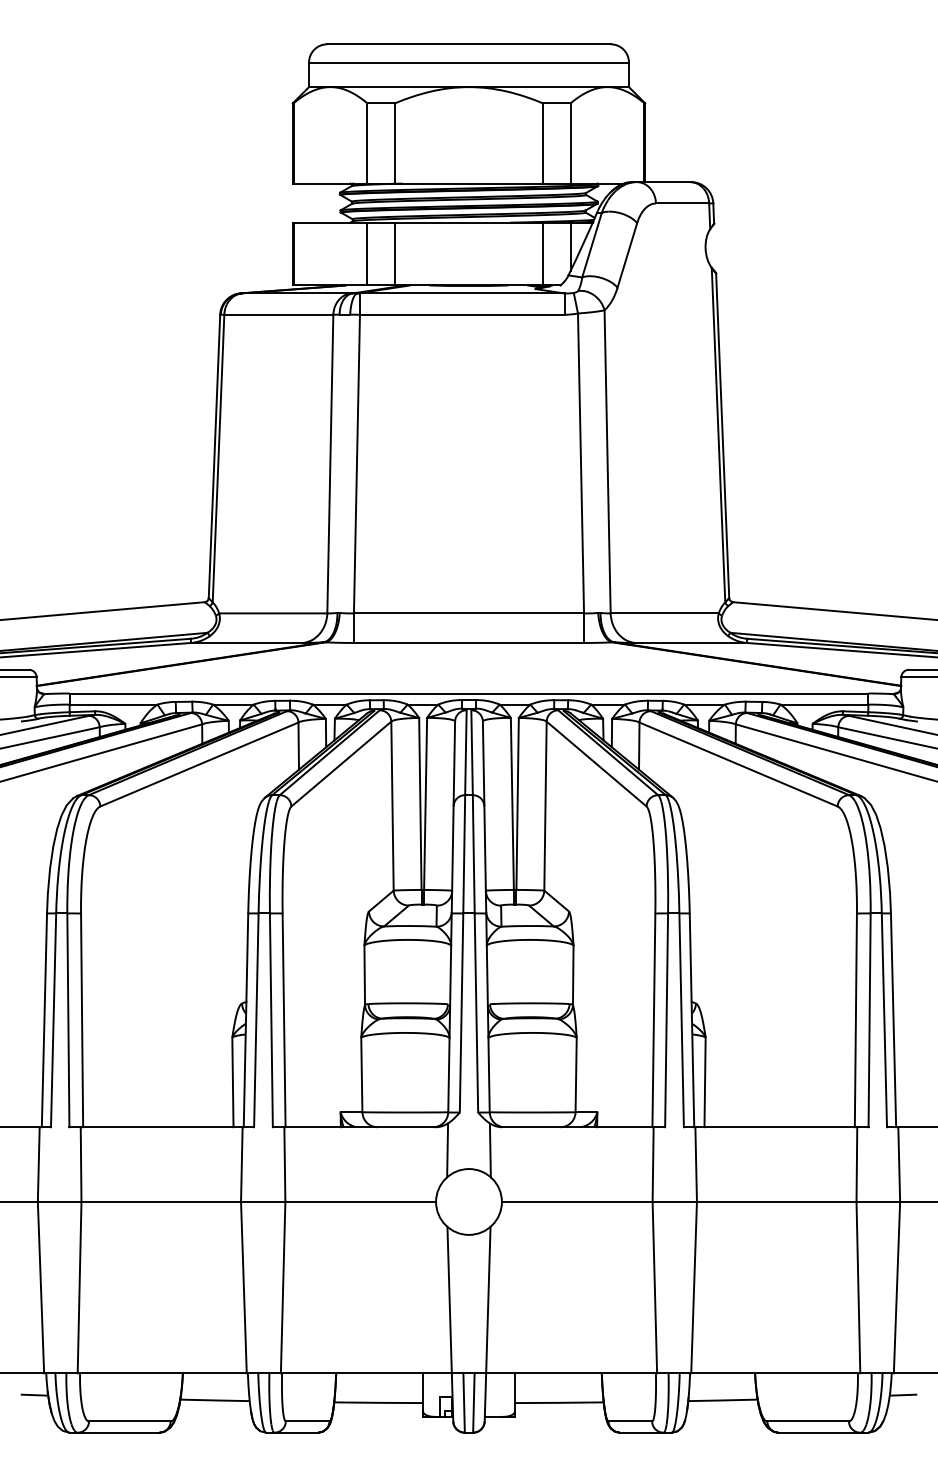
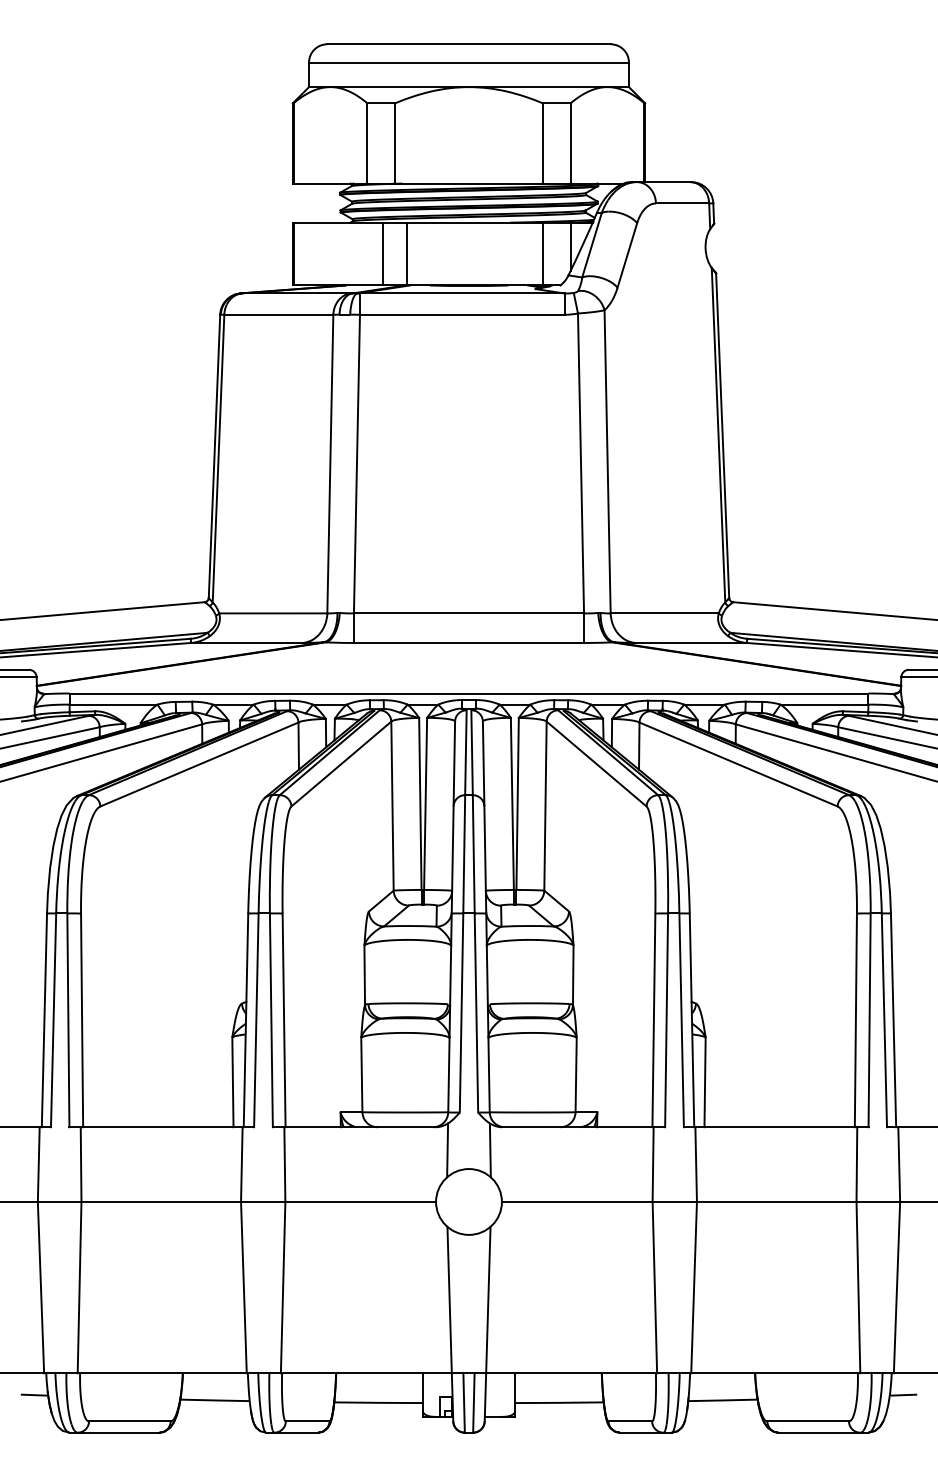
line at (367, 253) position: (367, 253) -> (383, 253)
line at (395, 253) position: (395, 253) -> (407, 253)
